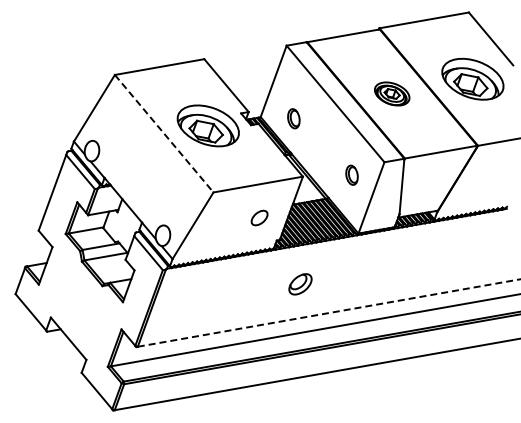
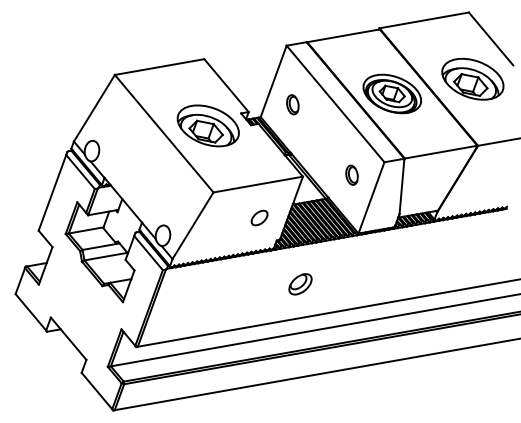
part at (392, 93) size: 37x26 px -> 60x42 px
part at (293, 118) position: (293, 118) -> (292, 104)
line at (164, 133): dashed -> solid
line at (329, 312): dashed -> solid
